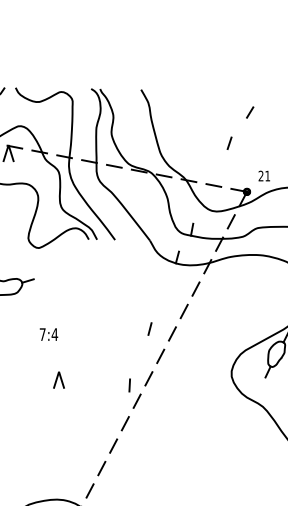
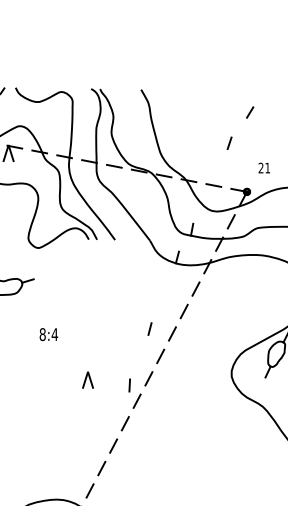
text at (263, 175) position: (263, 175) -> (263, 167)
text at (42, 334): 7:4 -> 8:4
part at (58, 379) position: (58, 379) -> (87, 379)
